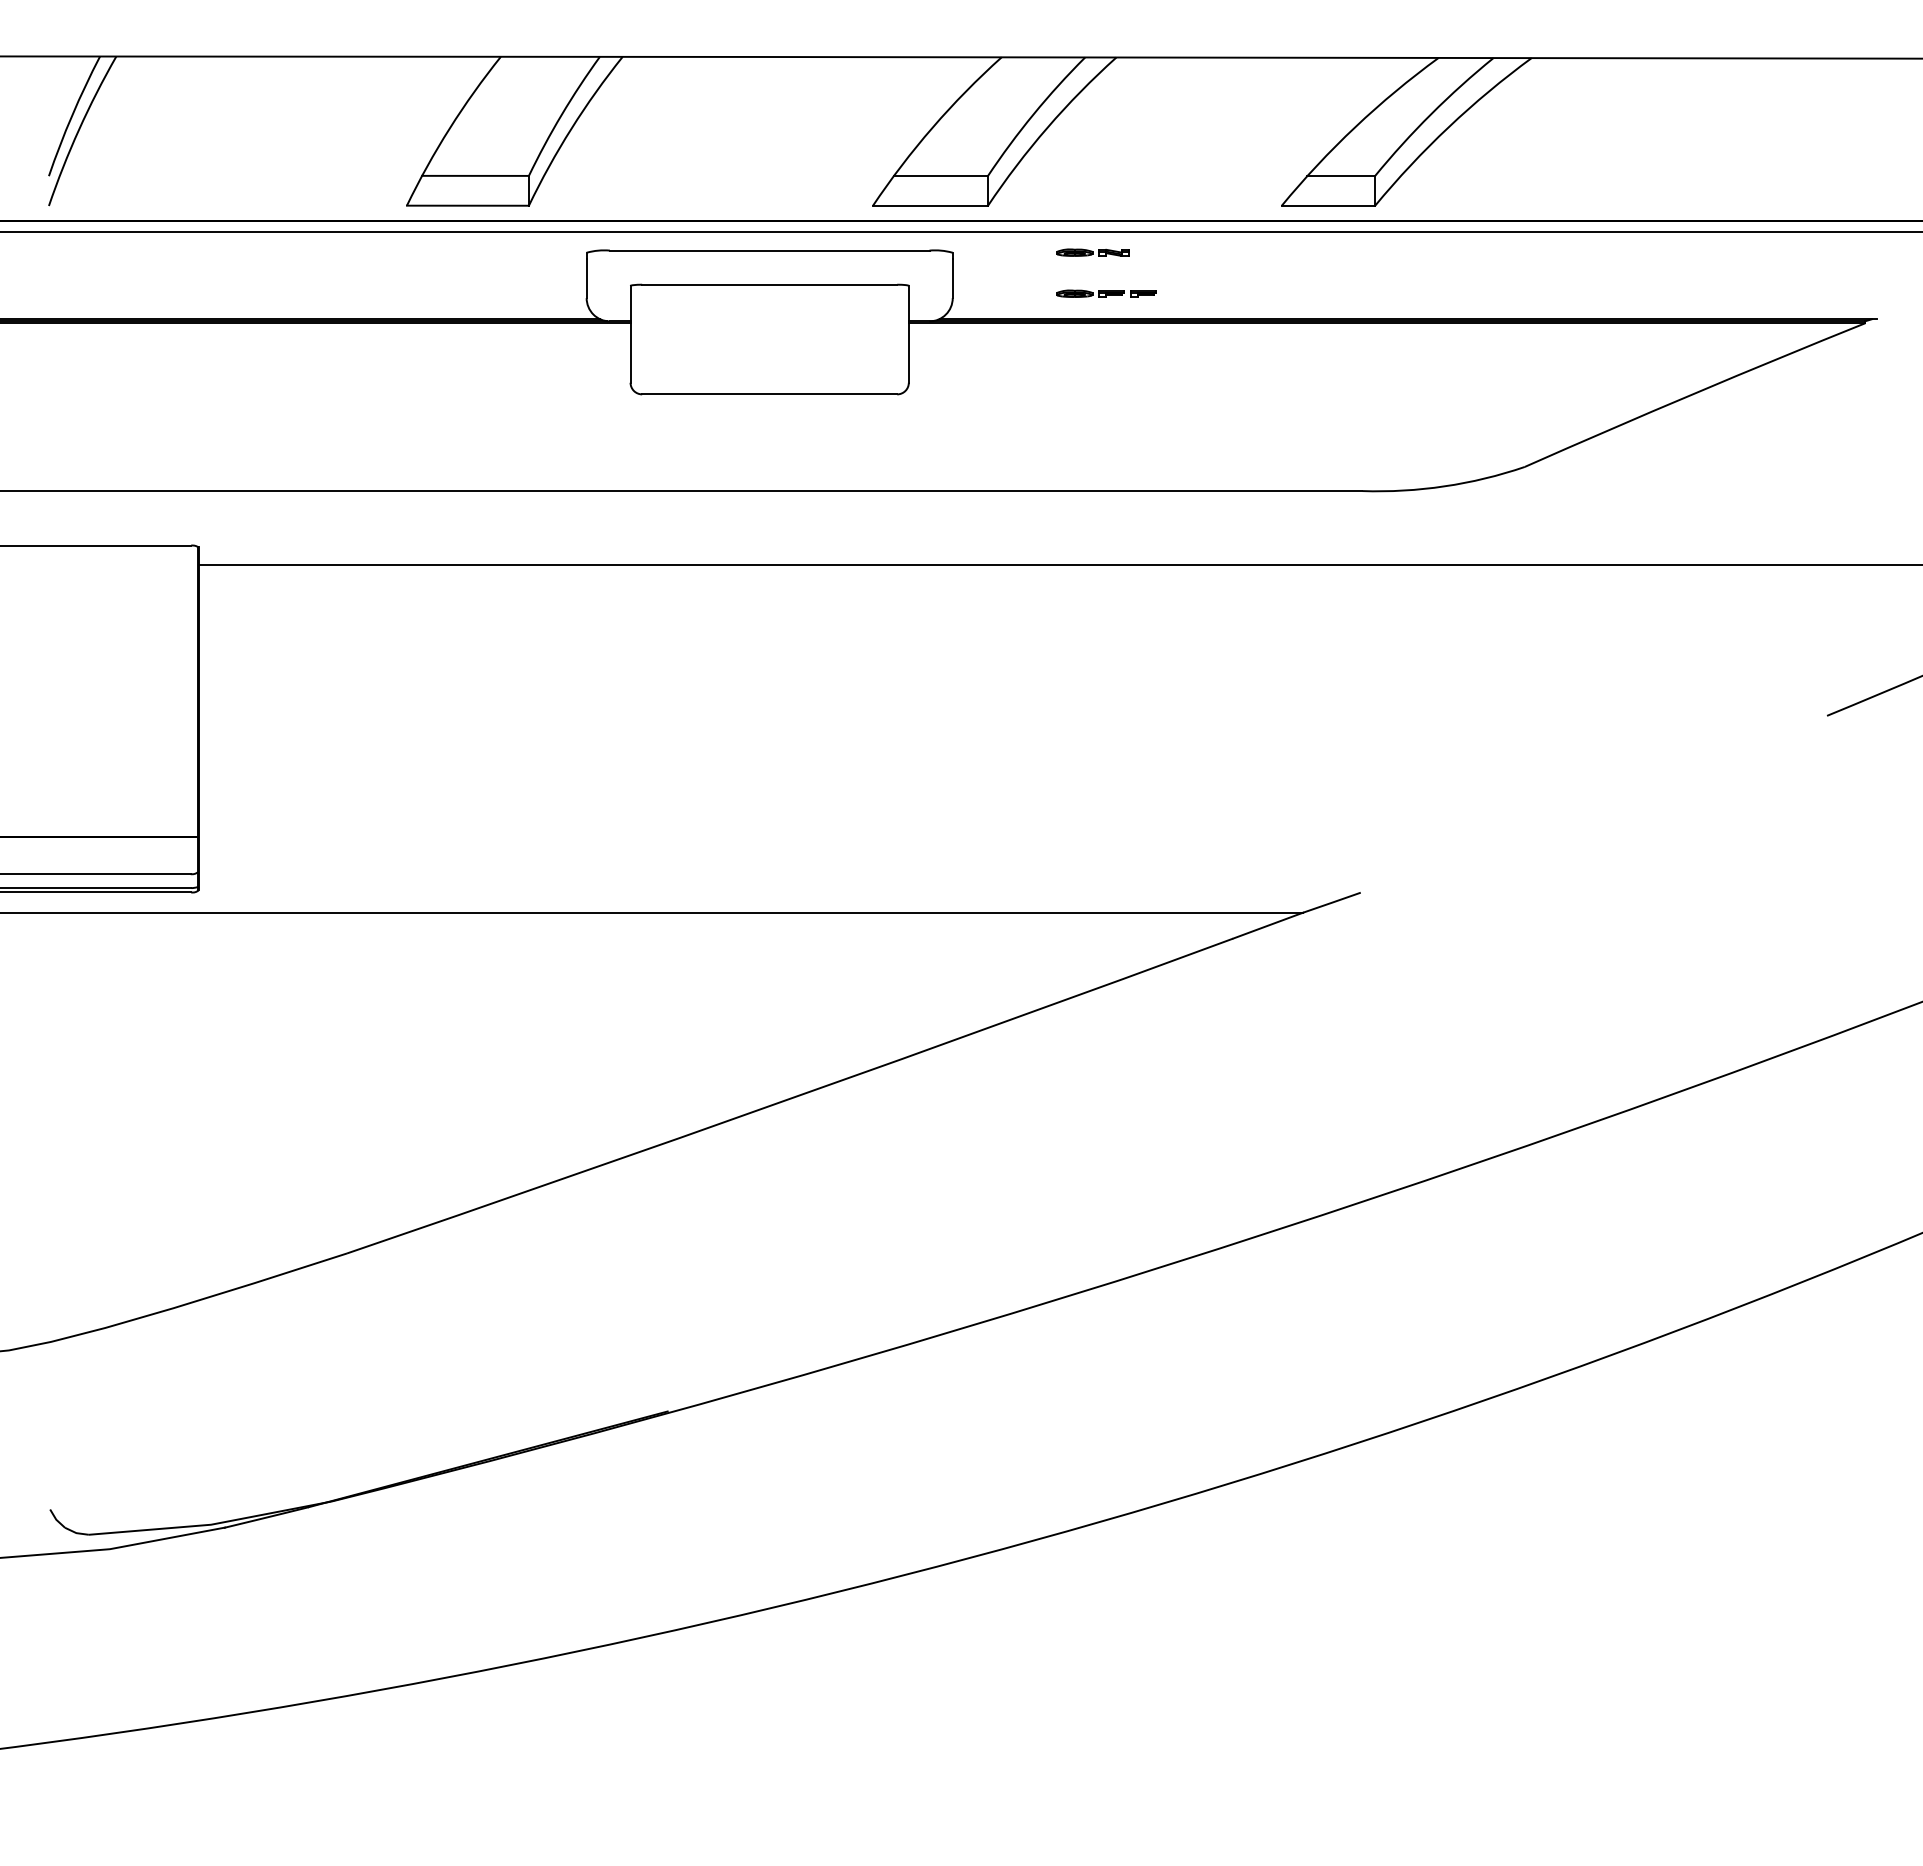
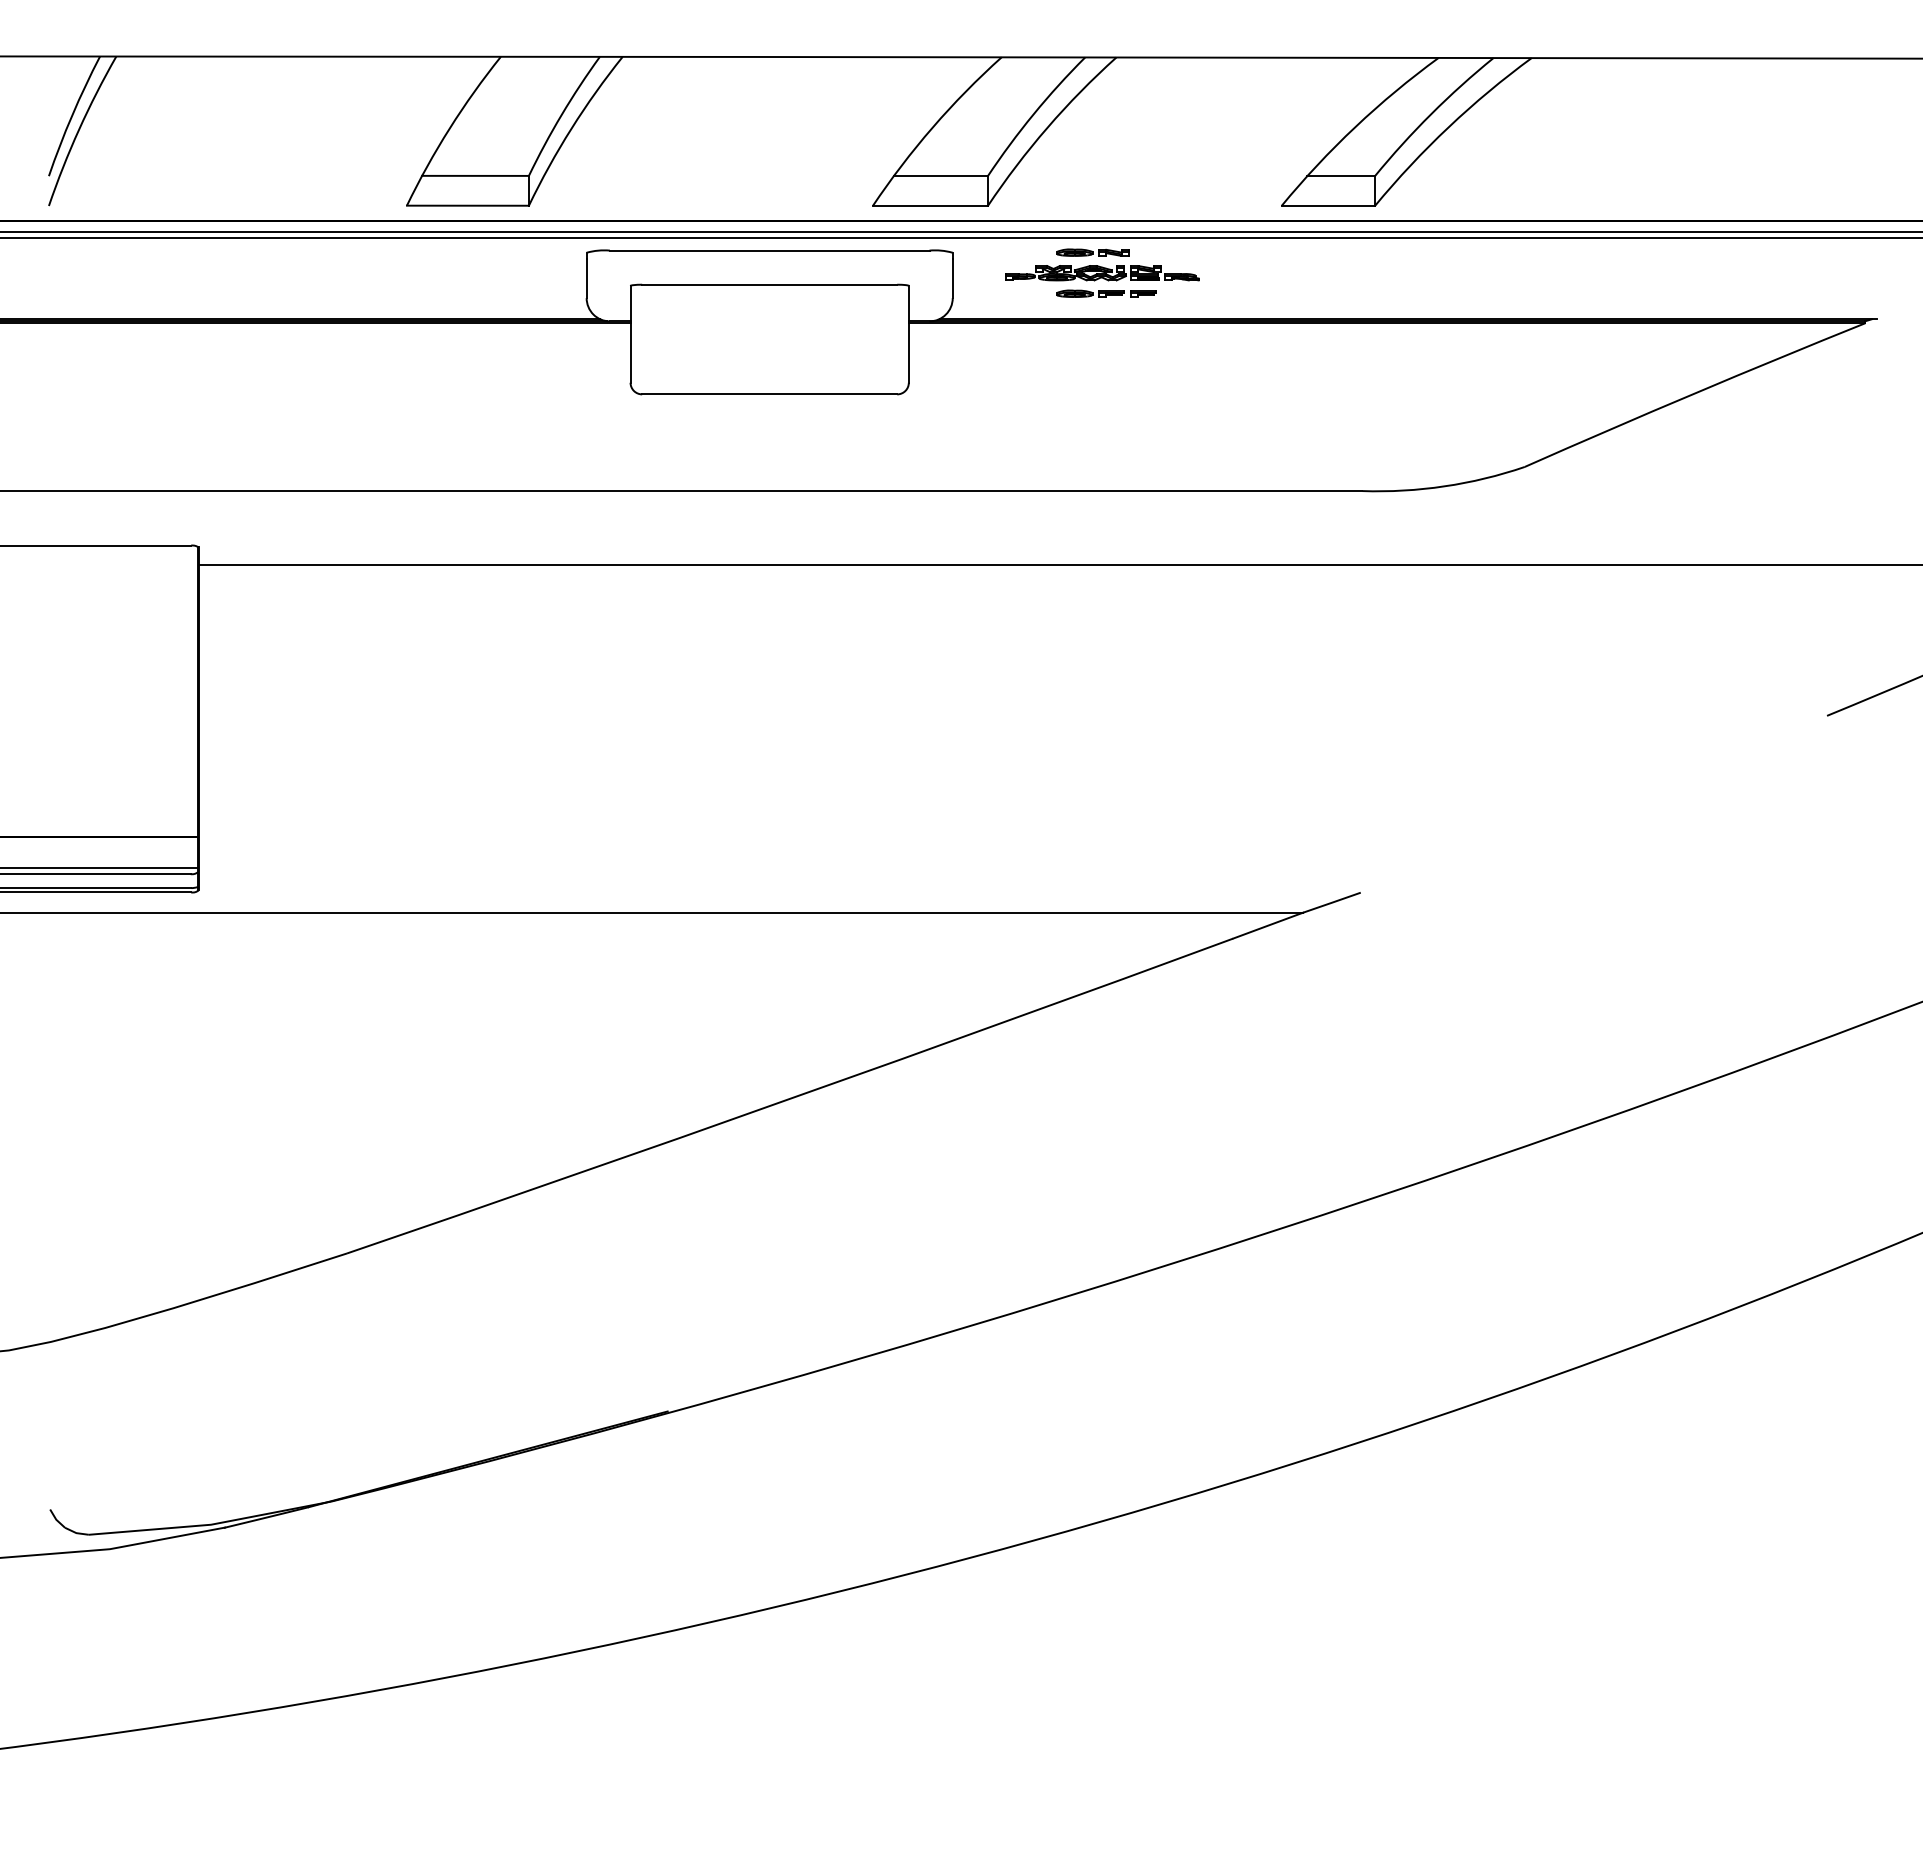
line at (960, 237): none -> present
part at (1102, 273): none -> present
line at (100, 868): none -> present
